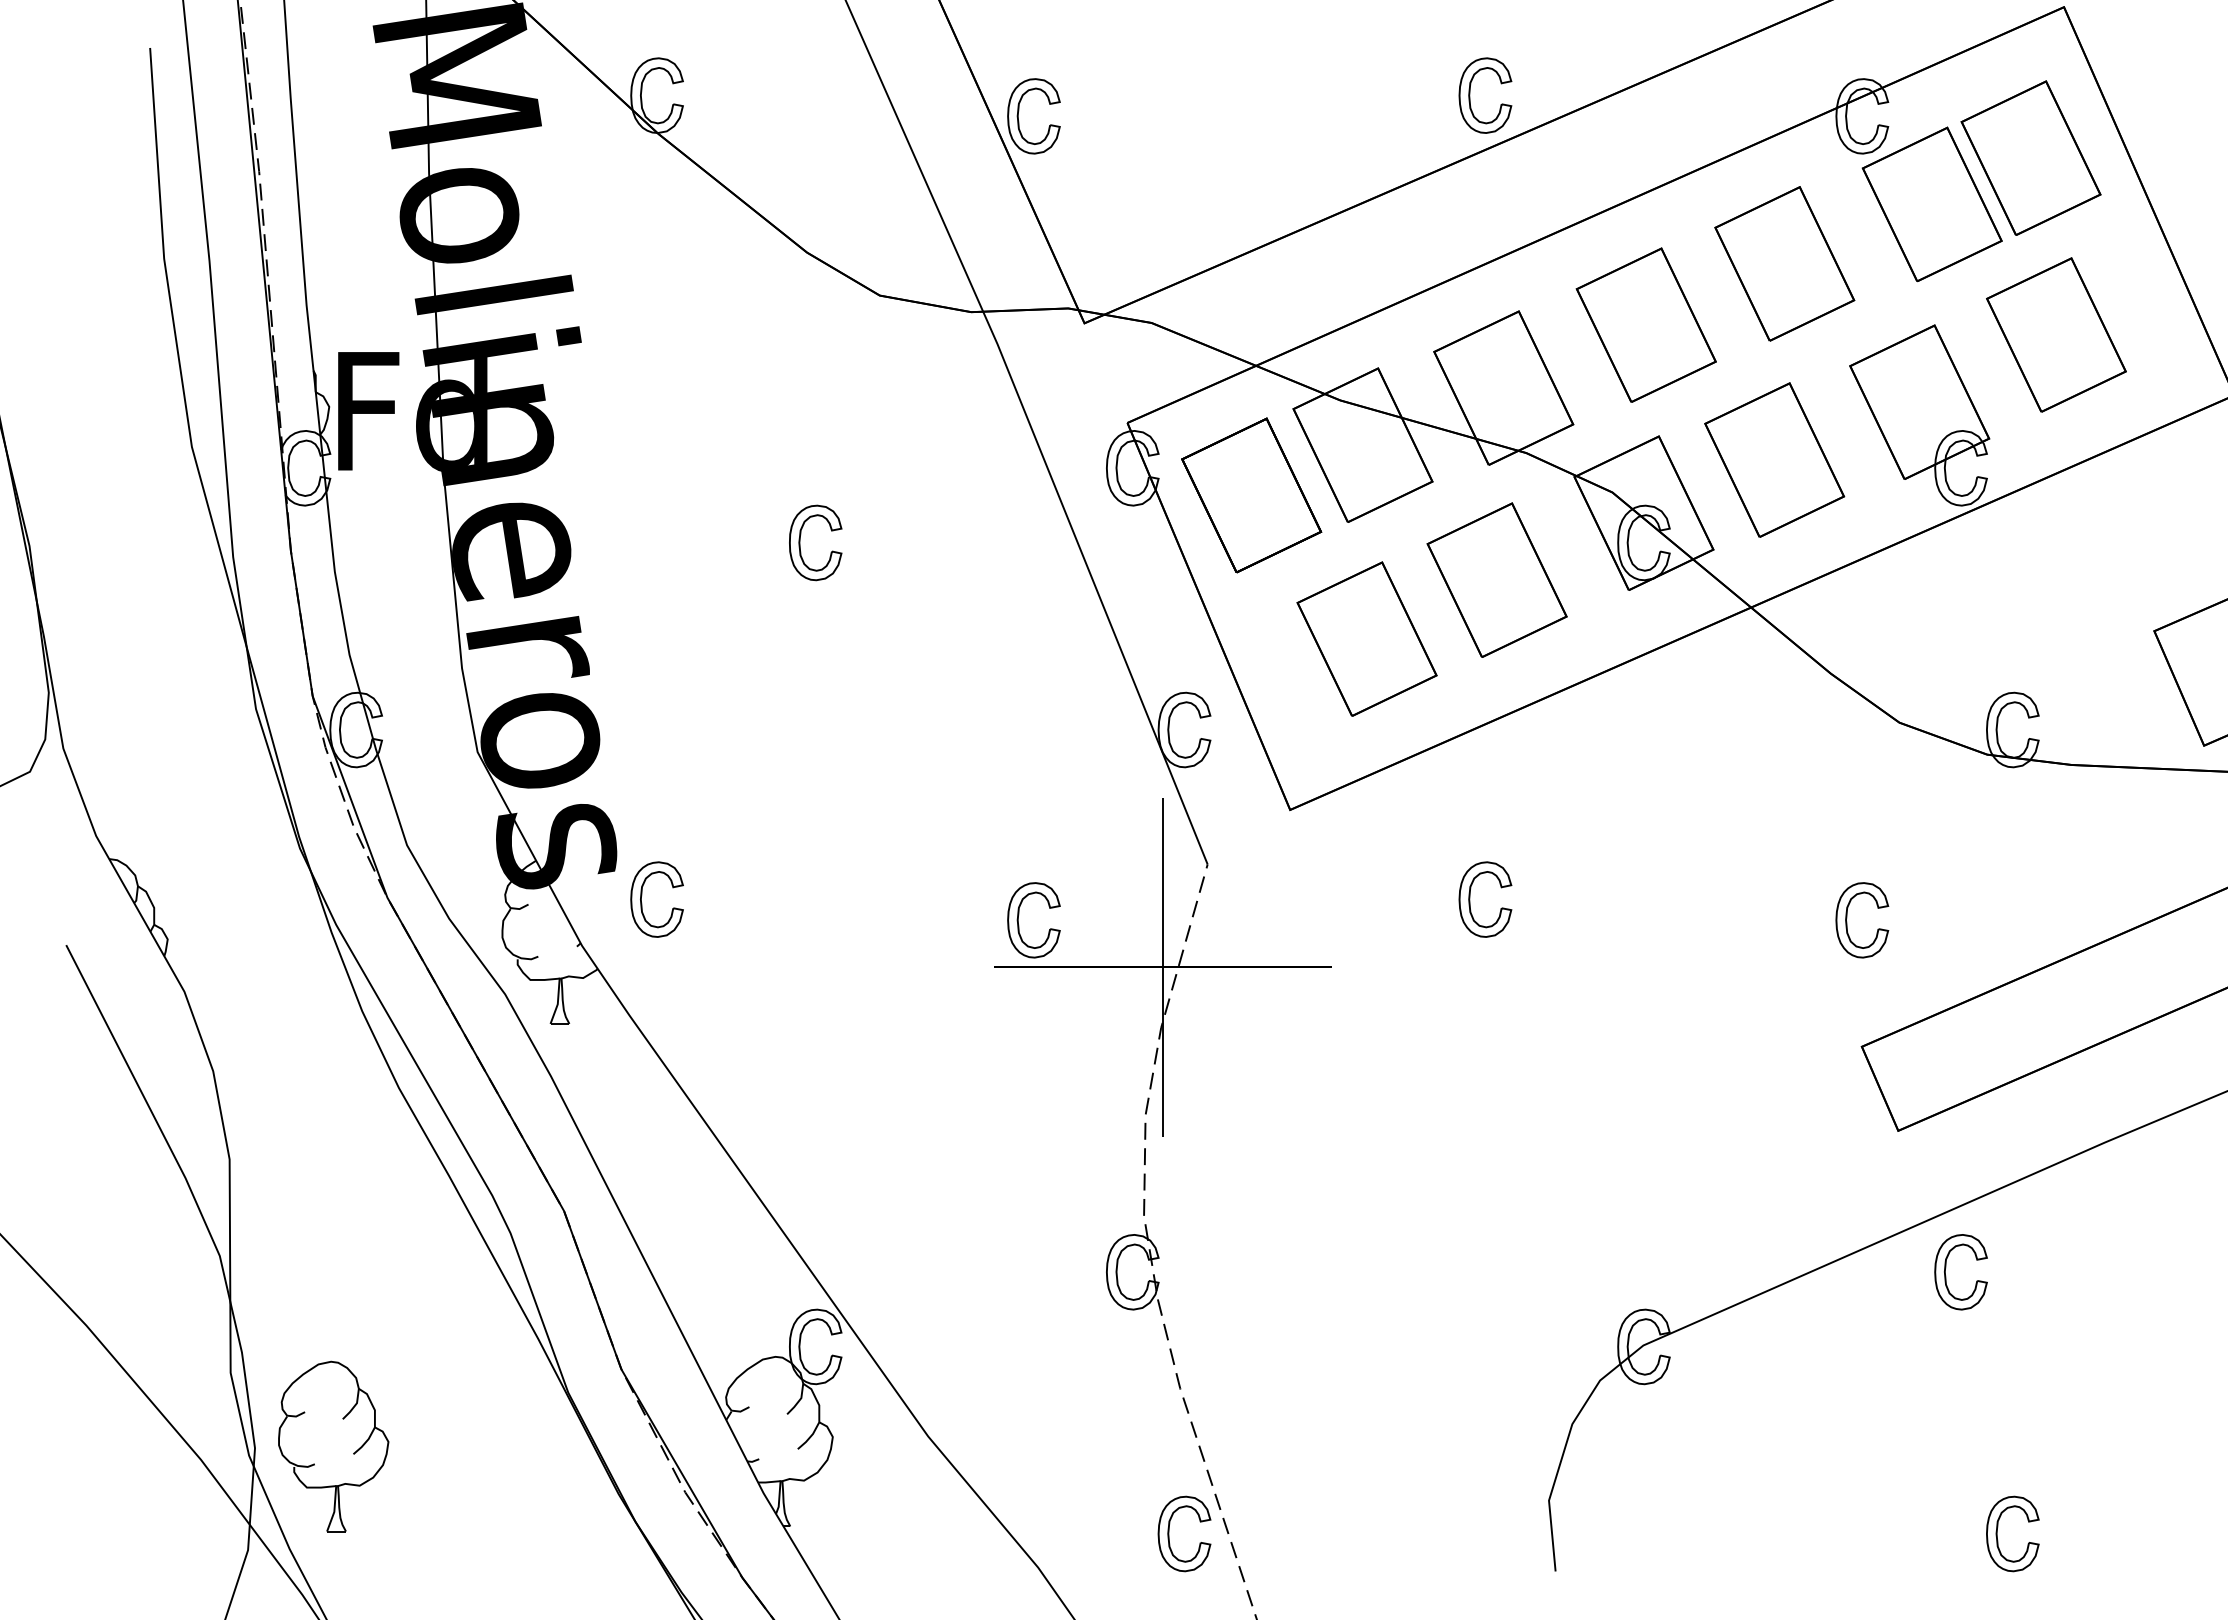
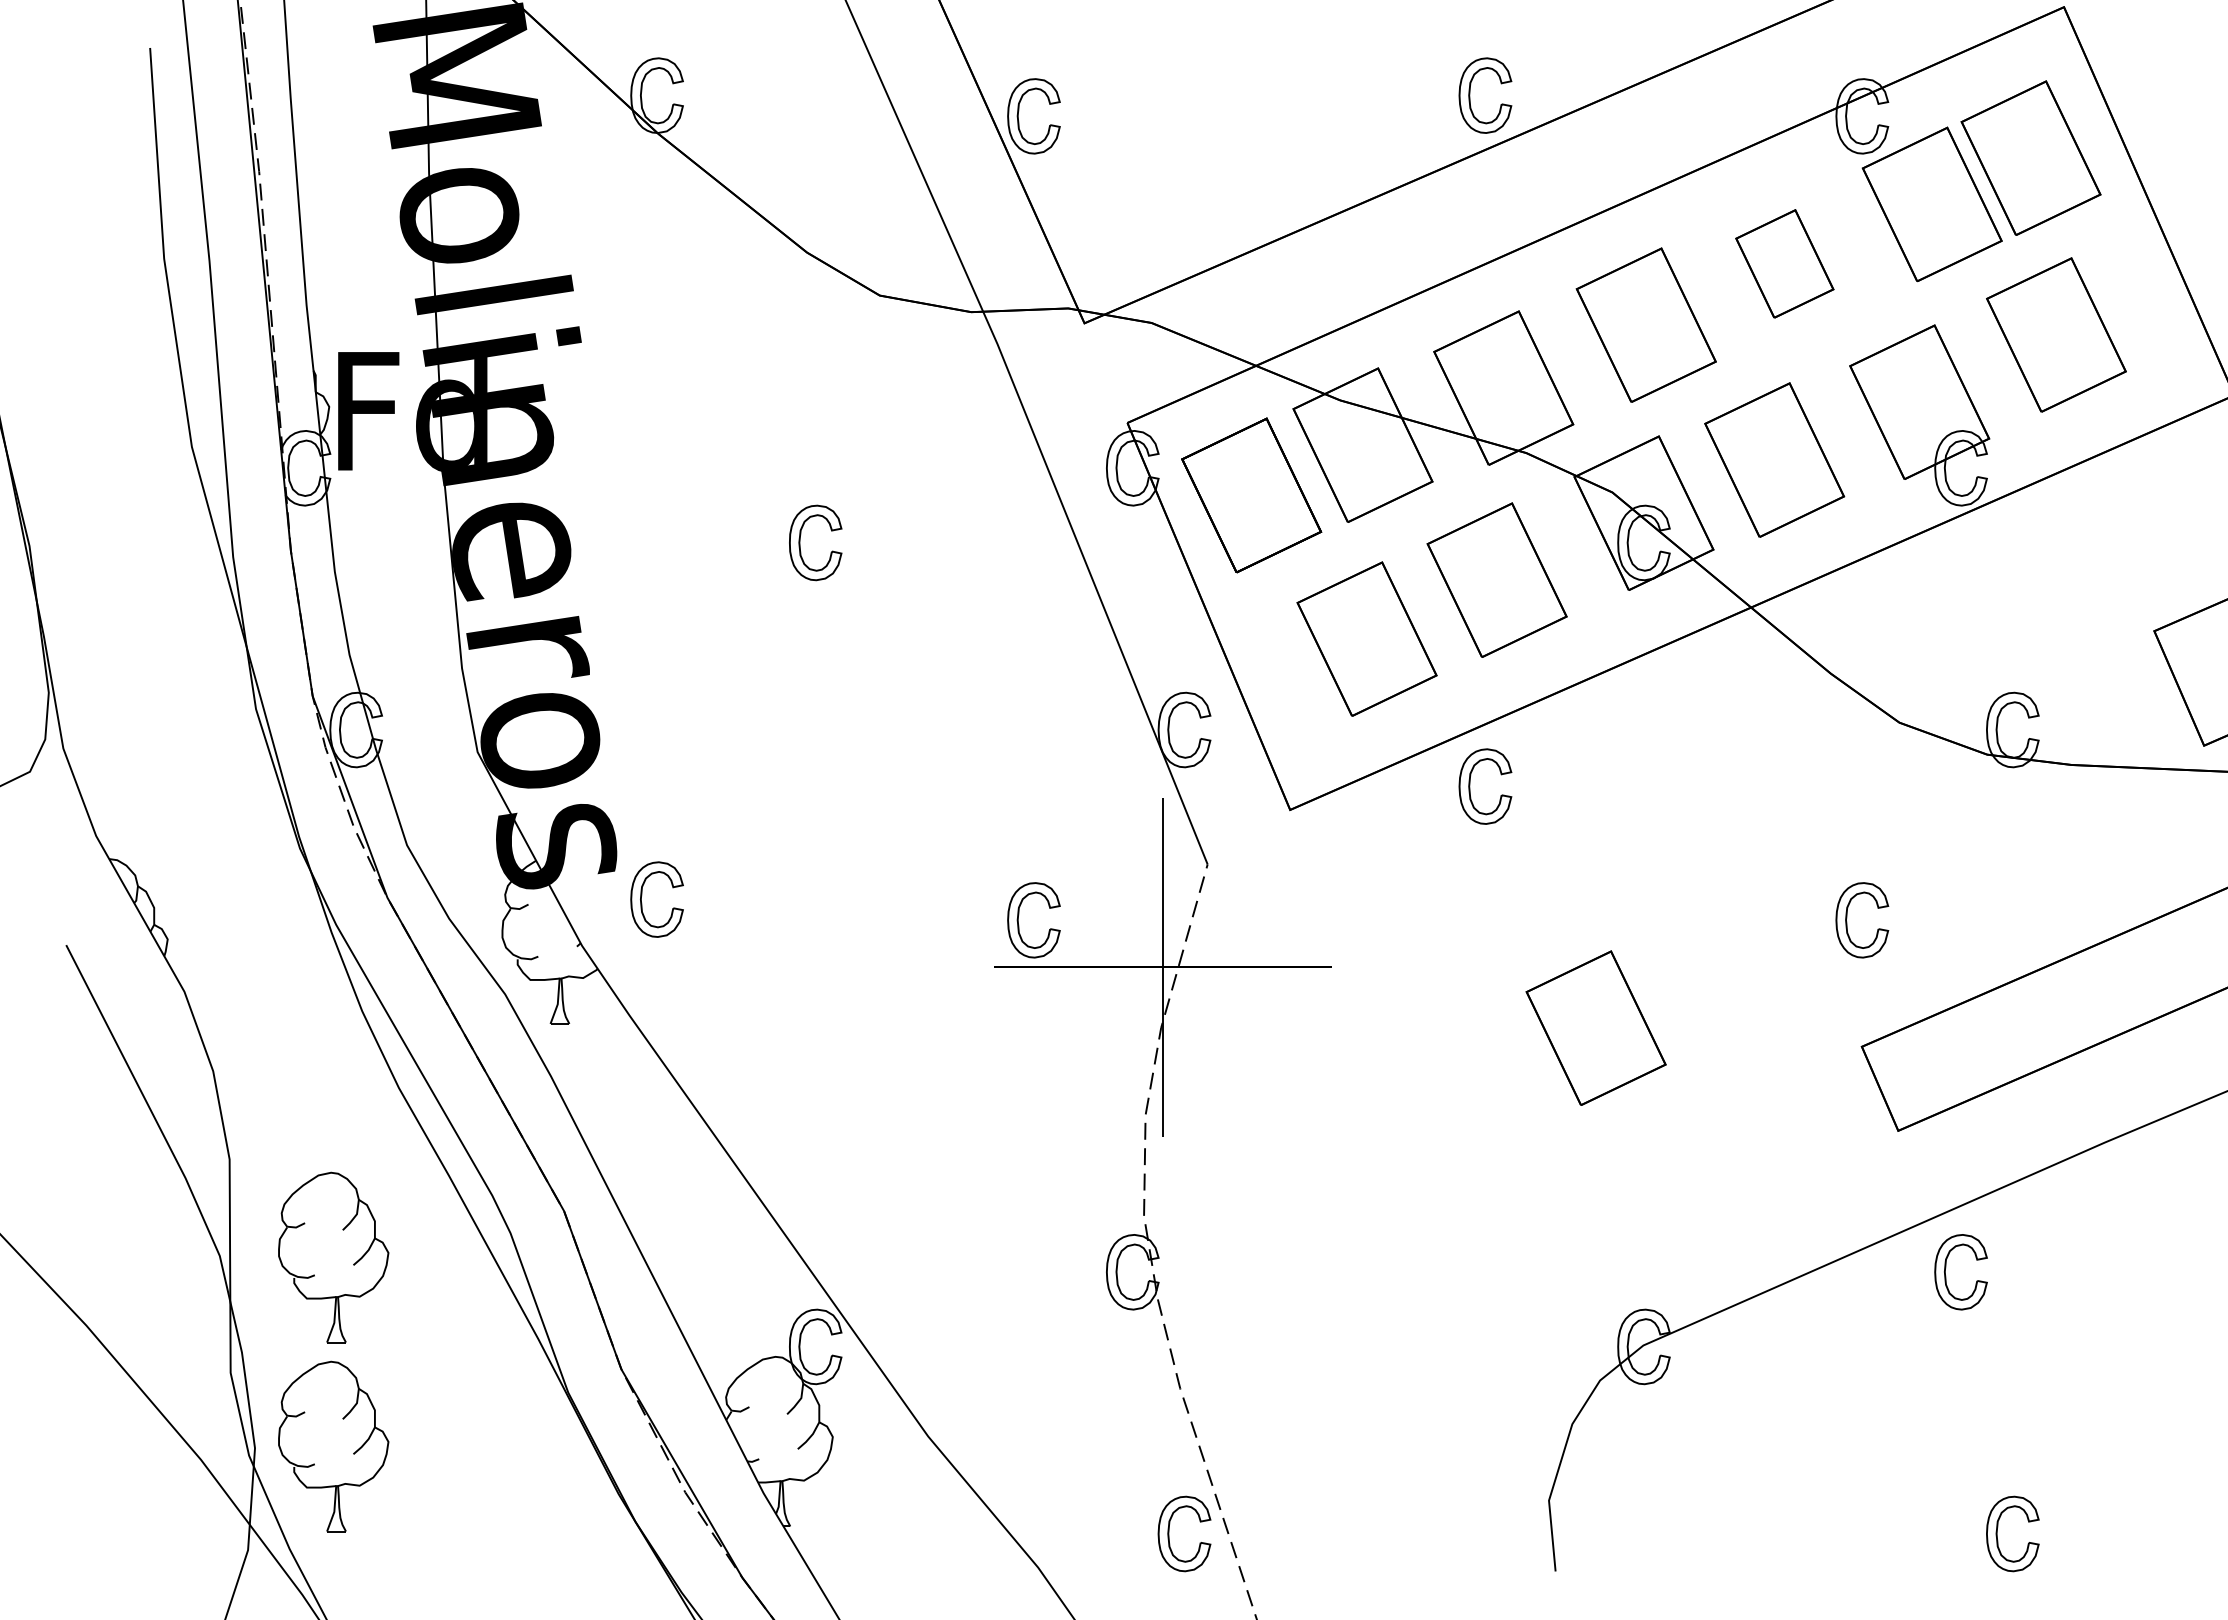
part at (1784, 263) size: 142x156 px -> 100x110 px
part at (1470, 899) position: (1470, 899) -> (1470, 786)
part at (1595, 1027): none -> present
part at (333, 1257): none -> present
